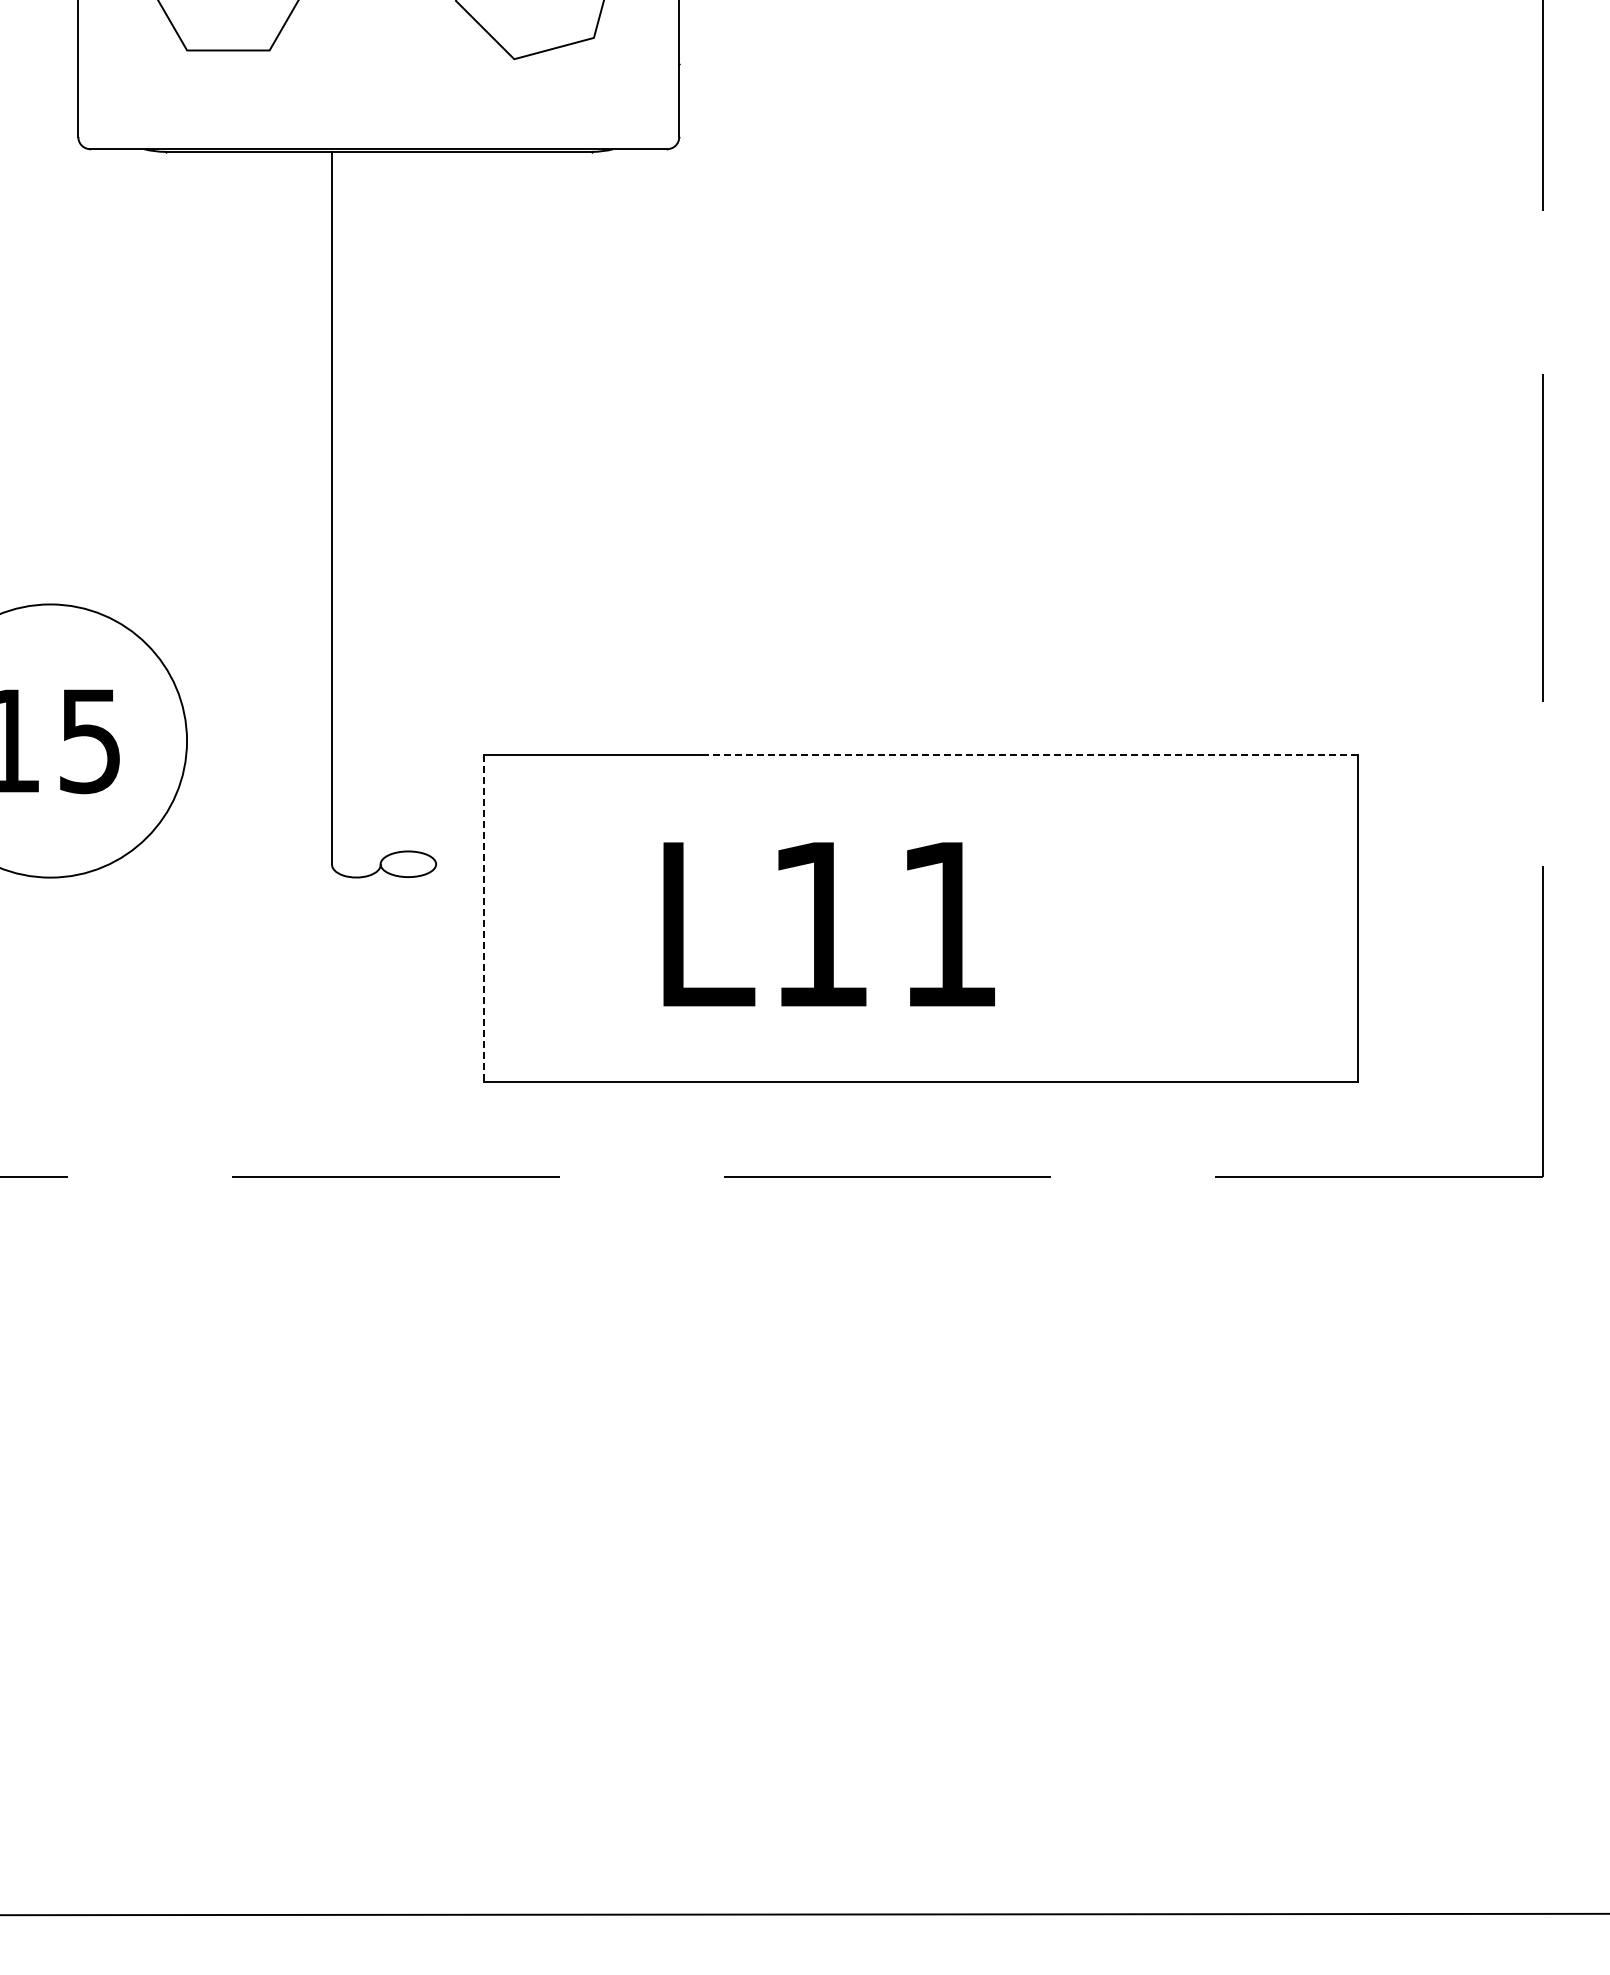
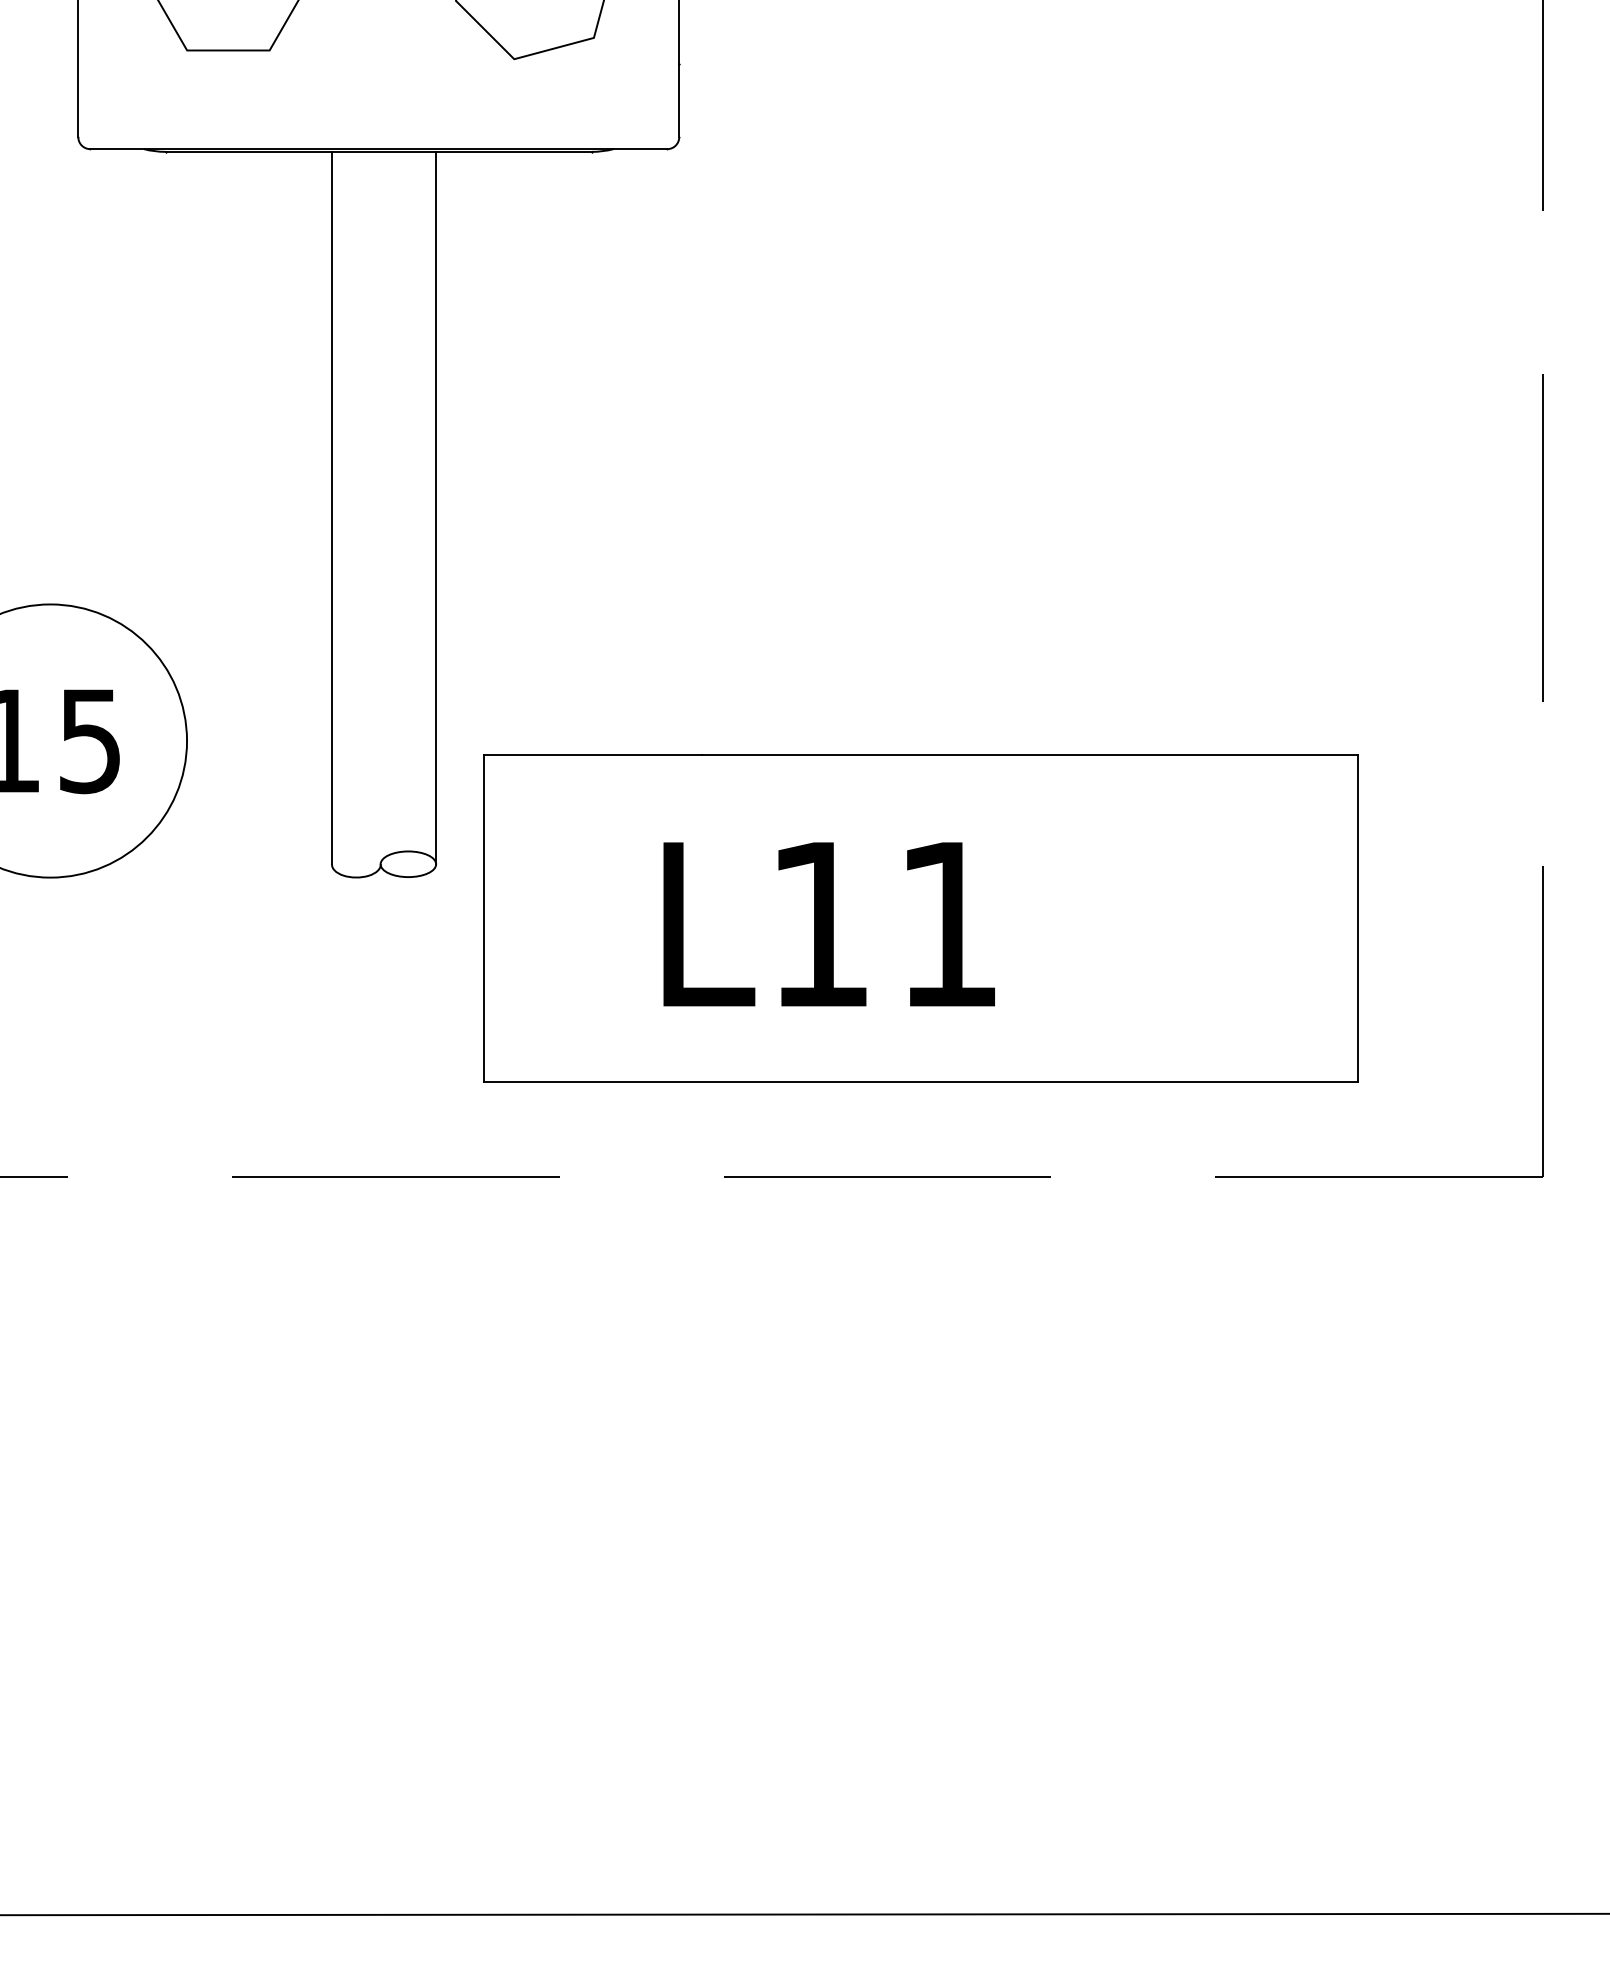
line at (436, 507): none -> present
line at (1030, 754): dashed -> solid
line at (483, 918): dashed -> solid
